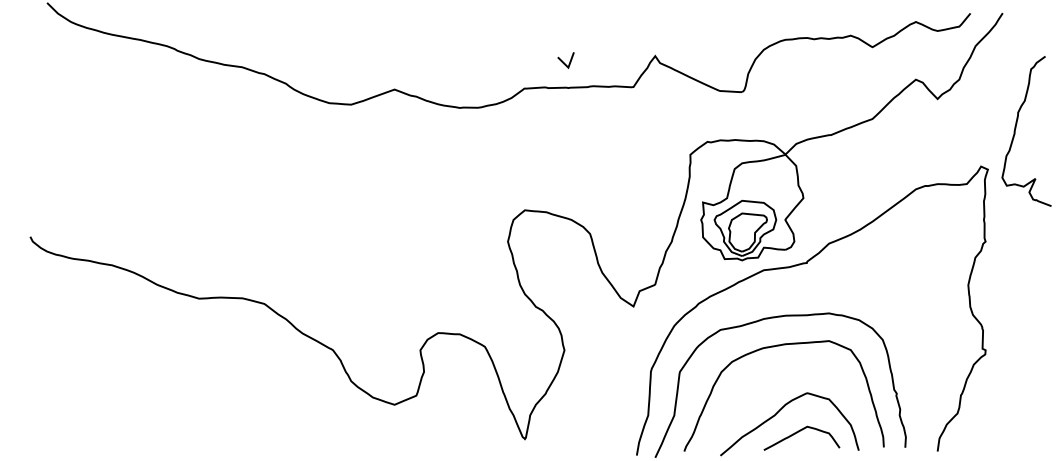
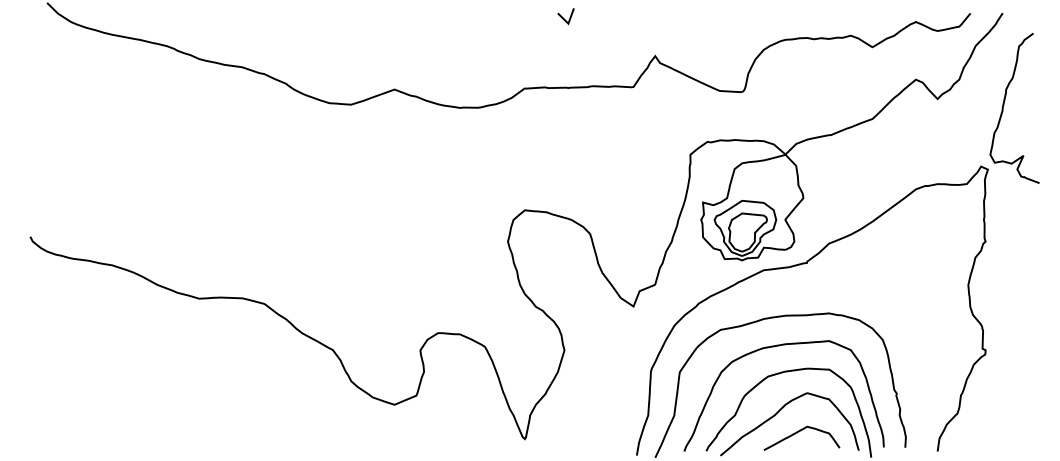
line at (563, 61) position: (563, 61) -> (563, 17)
curve at (1016, 128) position: (1016, 128) -> (1004, 105)
curve at (779, 374): none -> present
